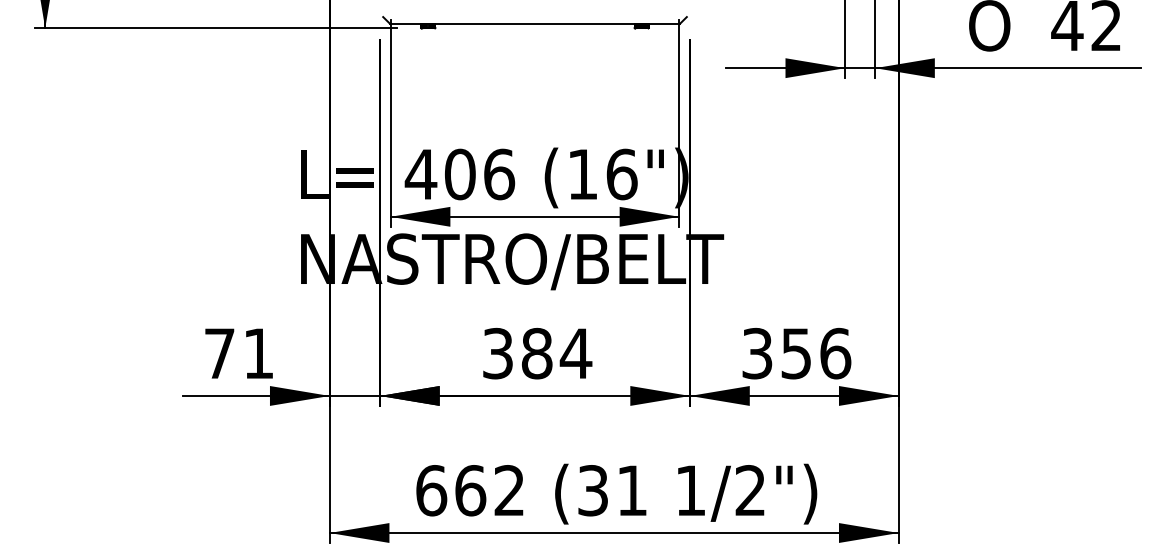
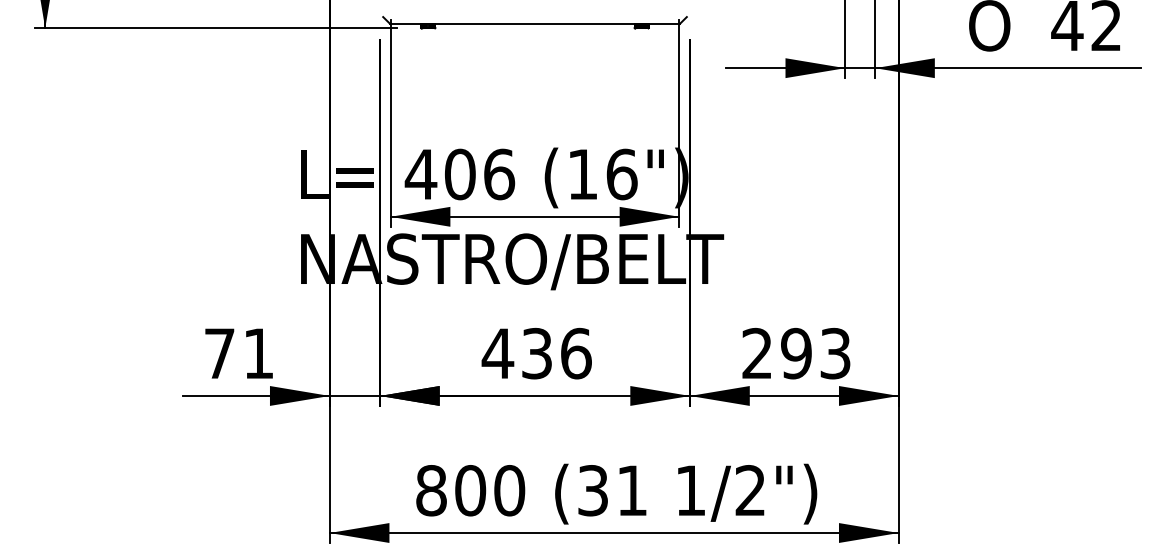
text at (536, 353): 384 -> 436
text at (796, 353): 356 -> 293
text at (470, 490): 662 -> 800
